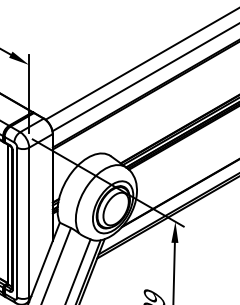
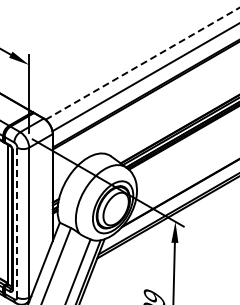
line at (143, 63): solid -> dashed
line at (17, 222): solid -> dashed
